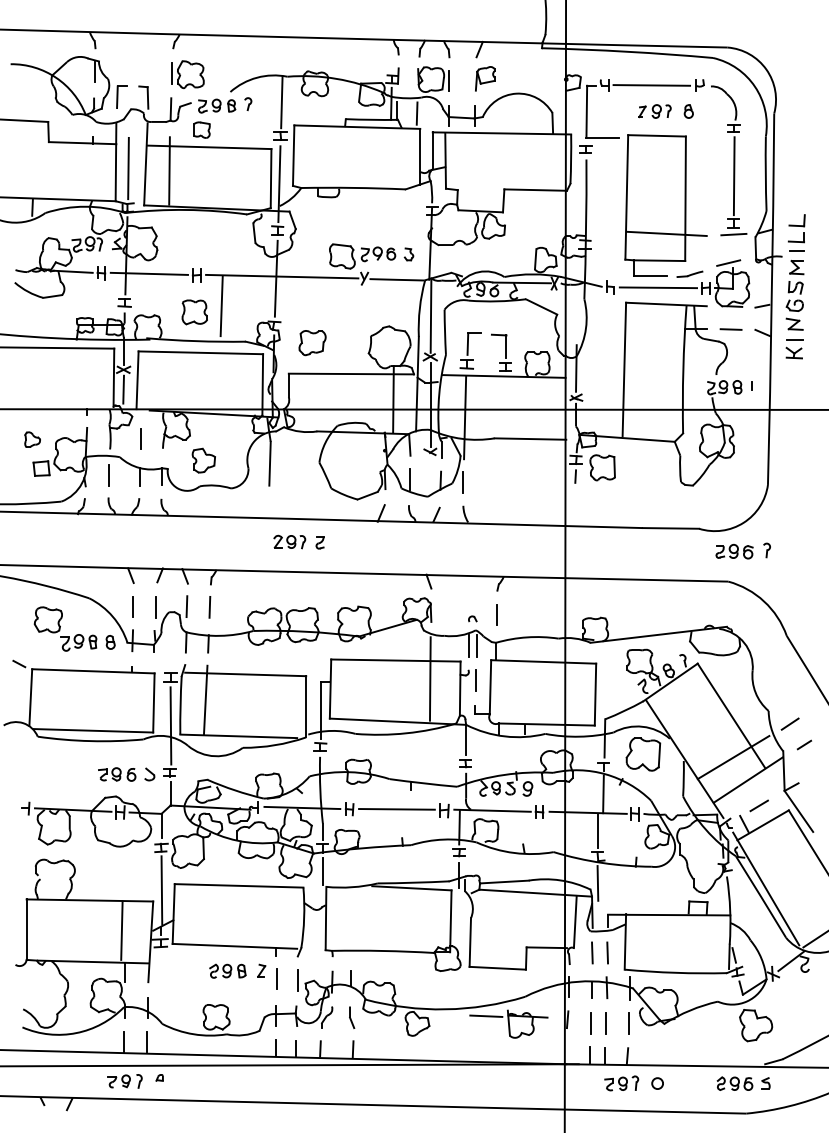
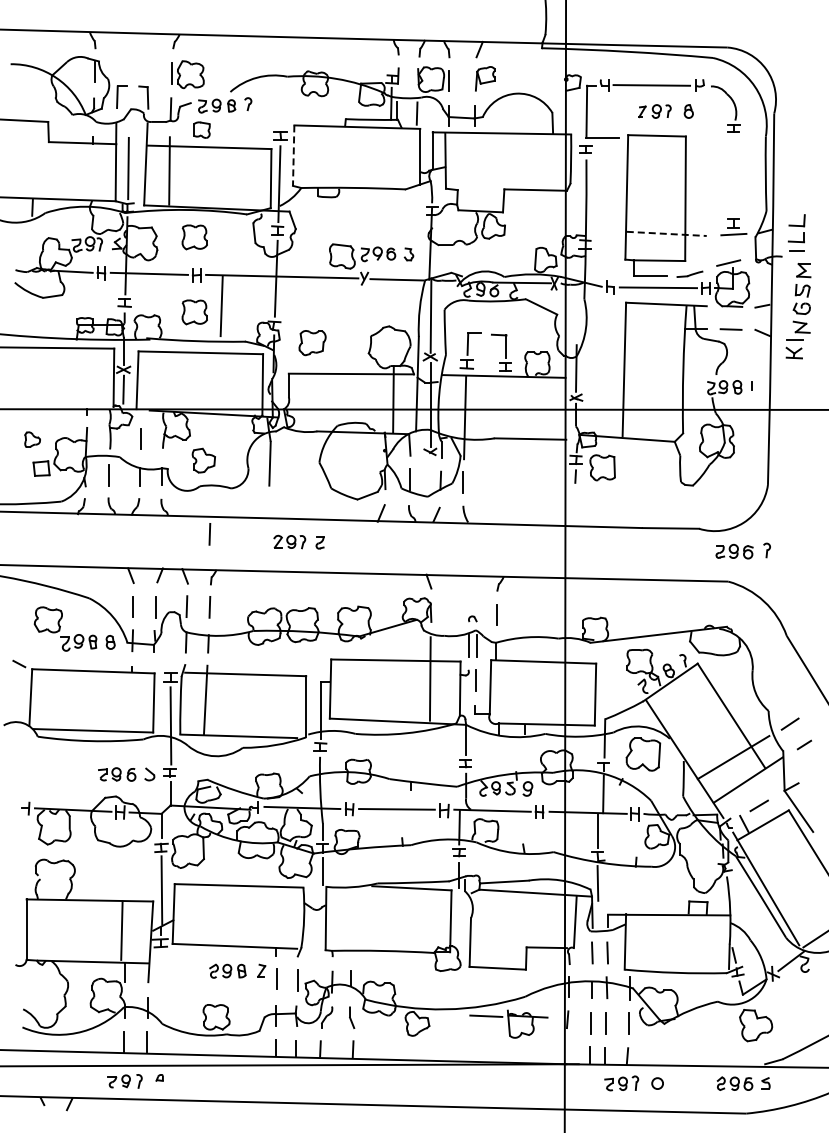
line at (281, 102): present -> none
line at (293, 156): solid -> dashed
line at (733, 176): present -> none
line at (667, 233): solid -> dashed
part at (194, 237): none -> present
part at (794, 295) position: (794, 295) -> (801, 298)
line at (209, 534): none -> present
